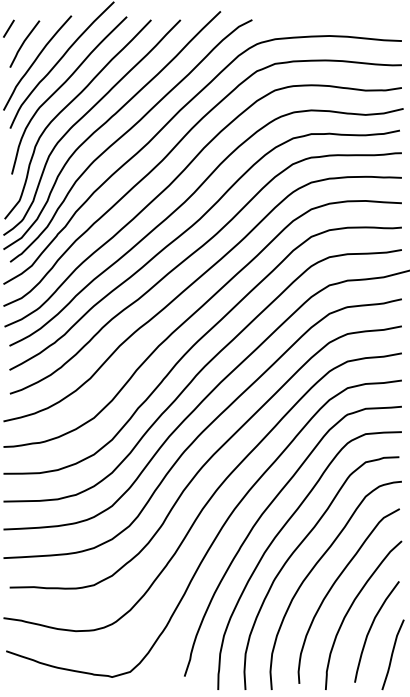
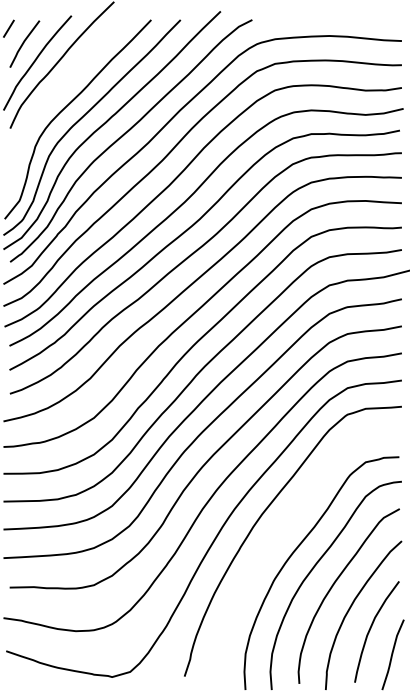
curve at (61, 87): present -> none
curve at (277, 536): present -> none
